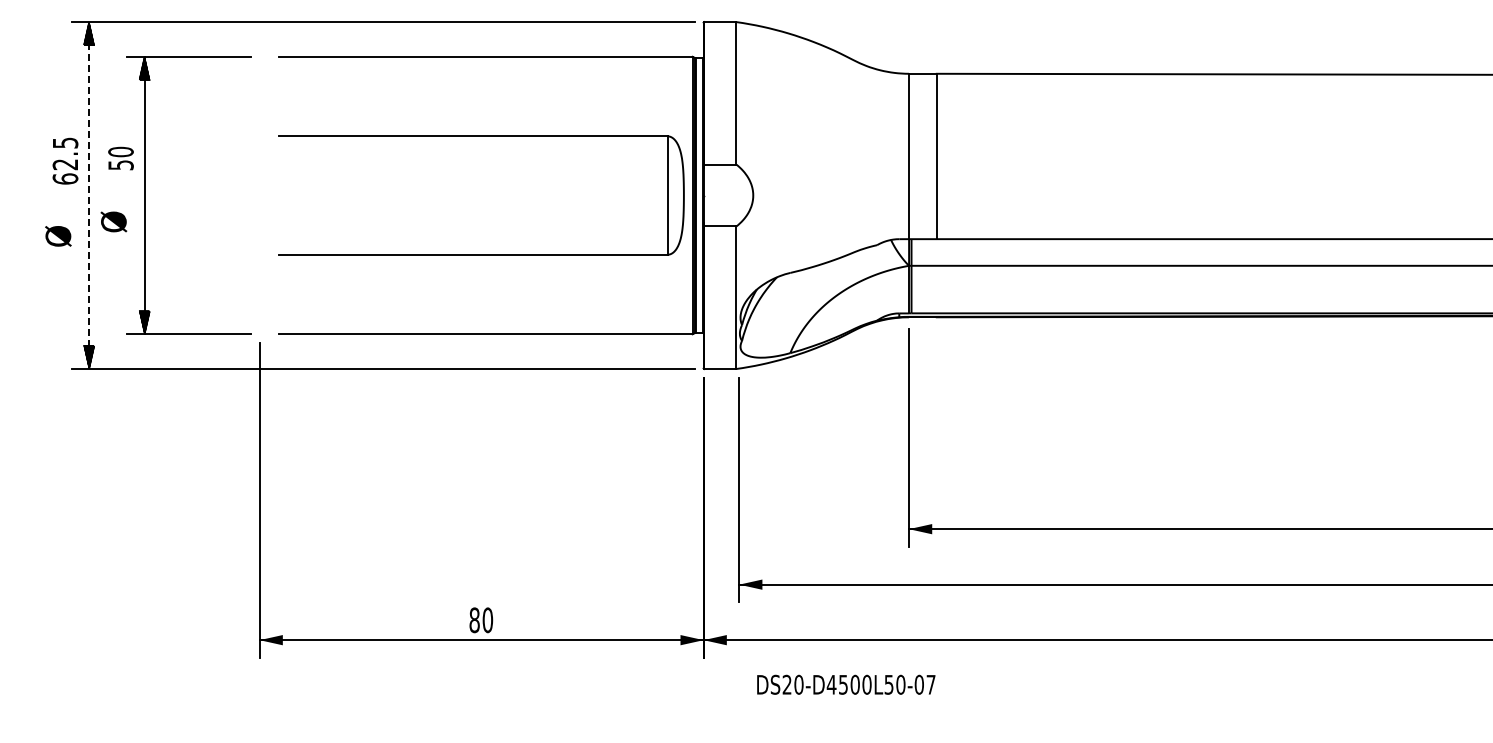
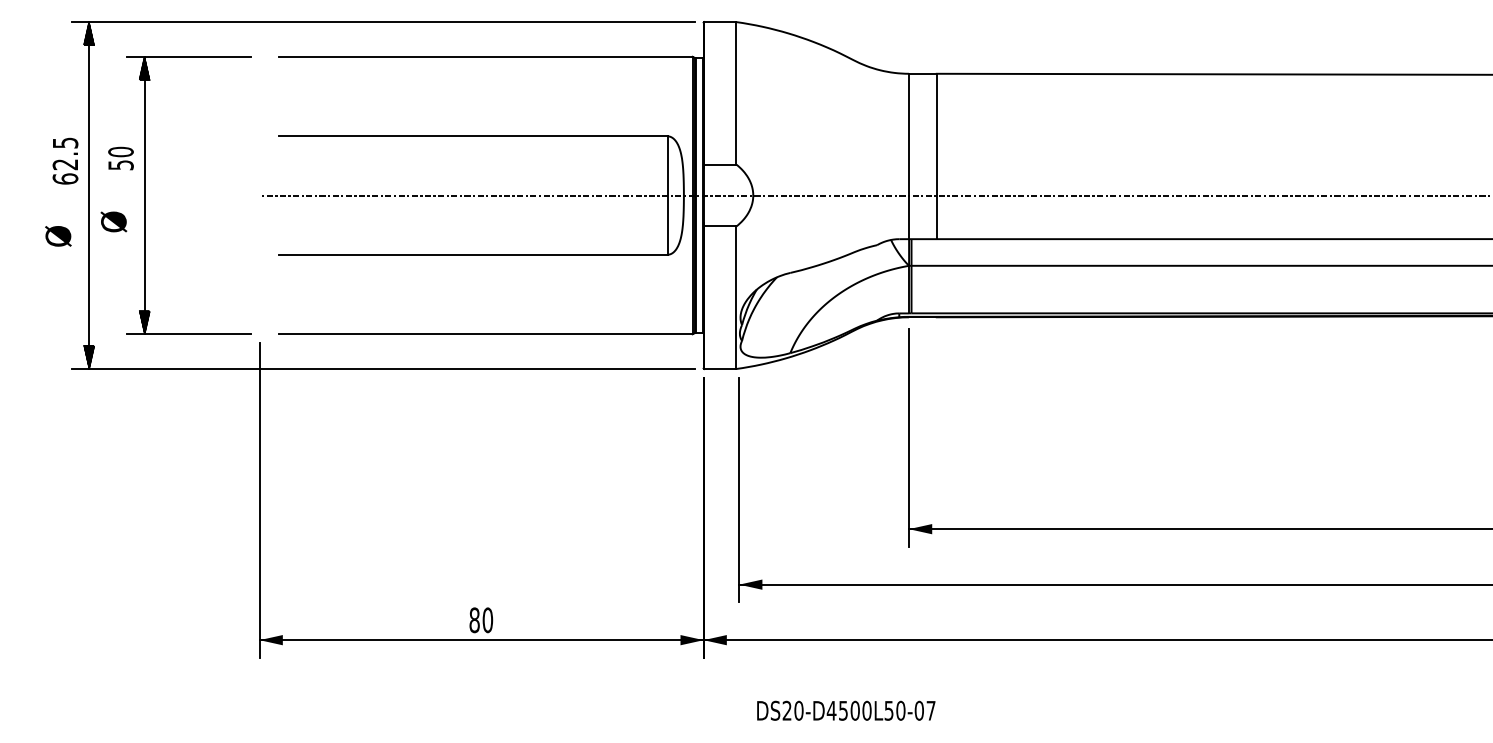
line at (89, 195): dashed -> solid
line at (874, 195): none -> present
text at (846, 684) position: (846, 684) -> (846, 710)
